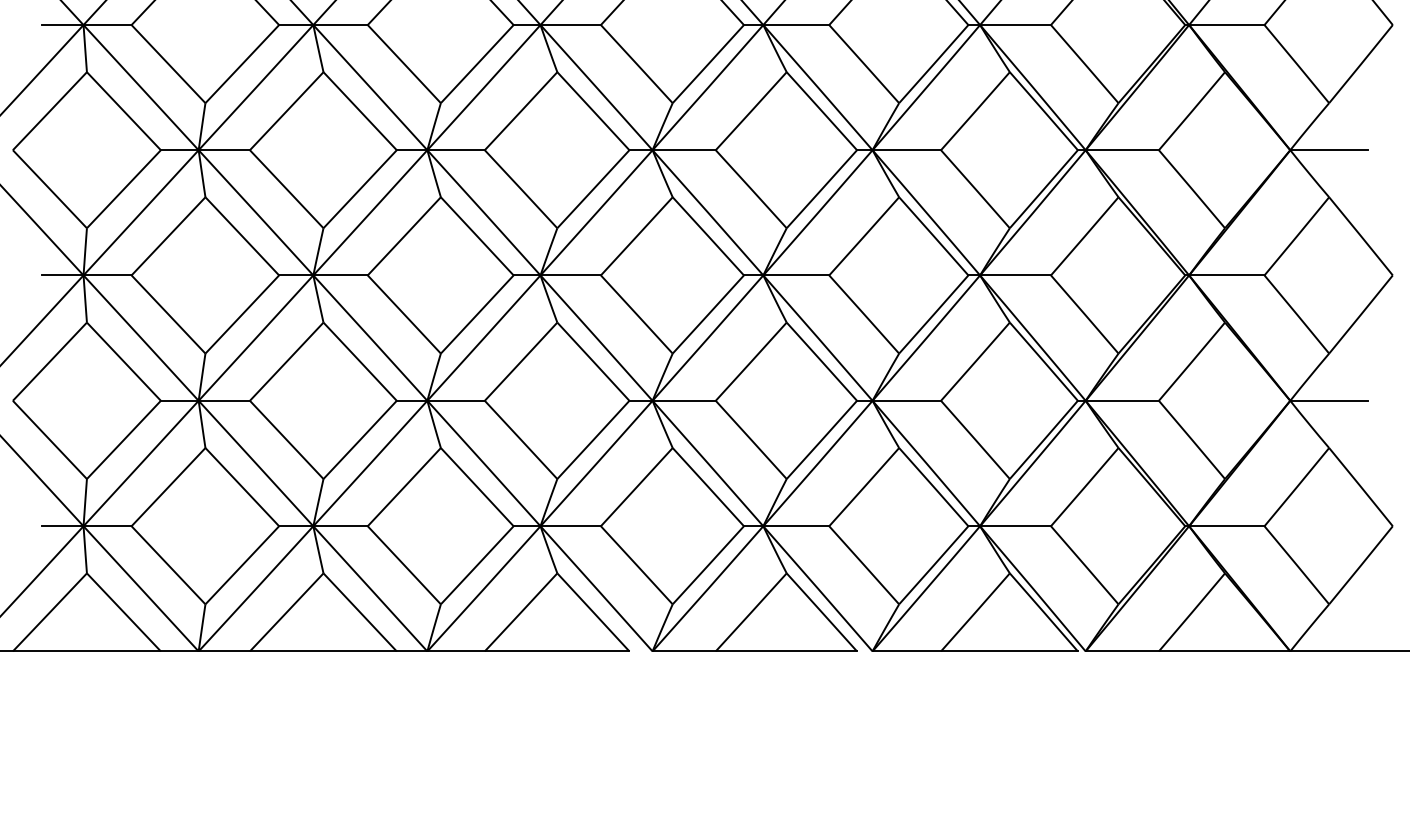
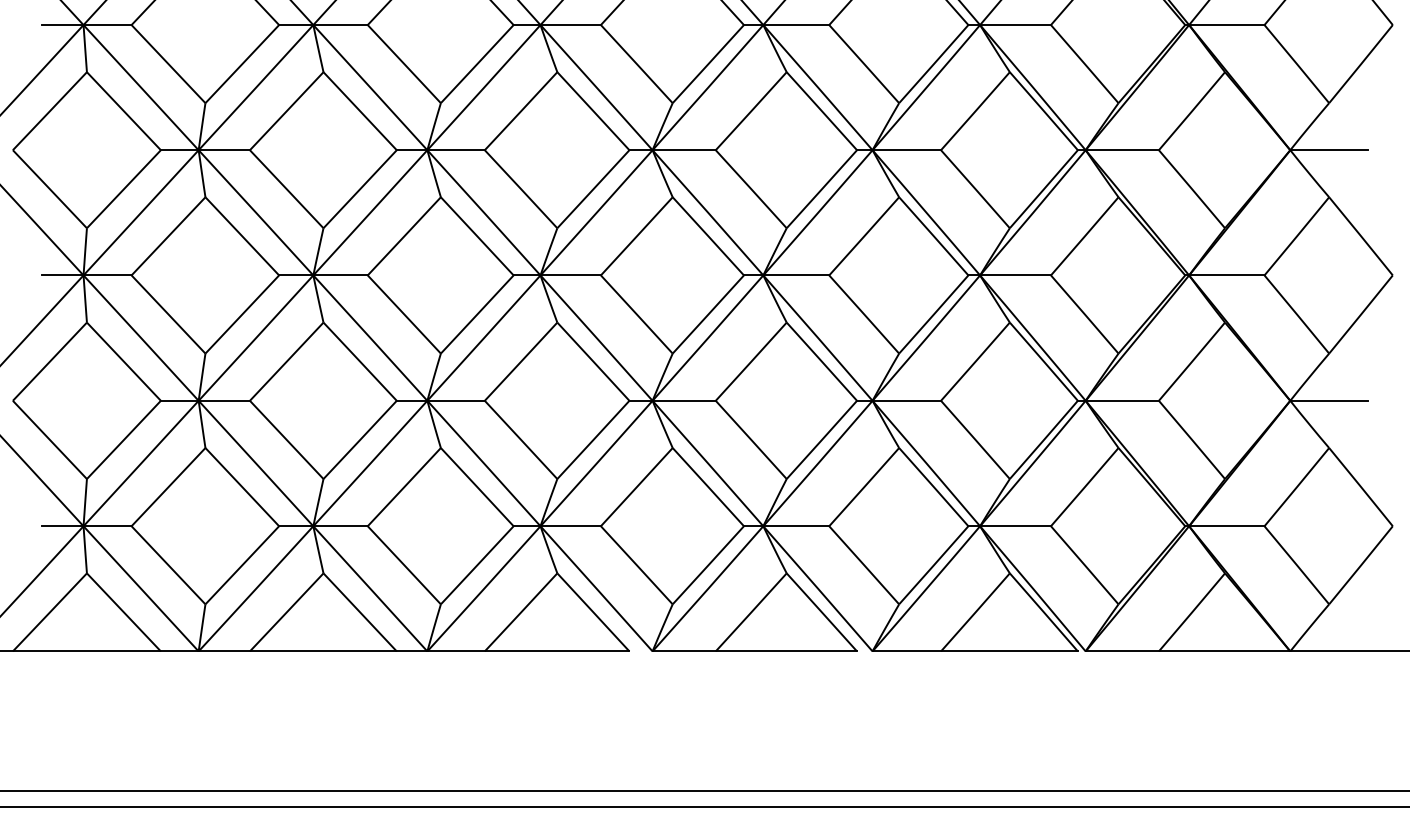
line at (704, 791): none -> present
line at (704, 806): none -> present
